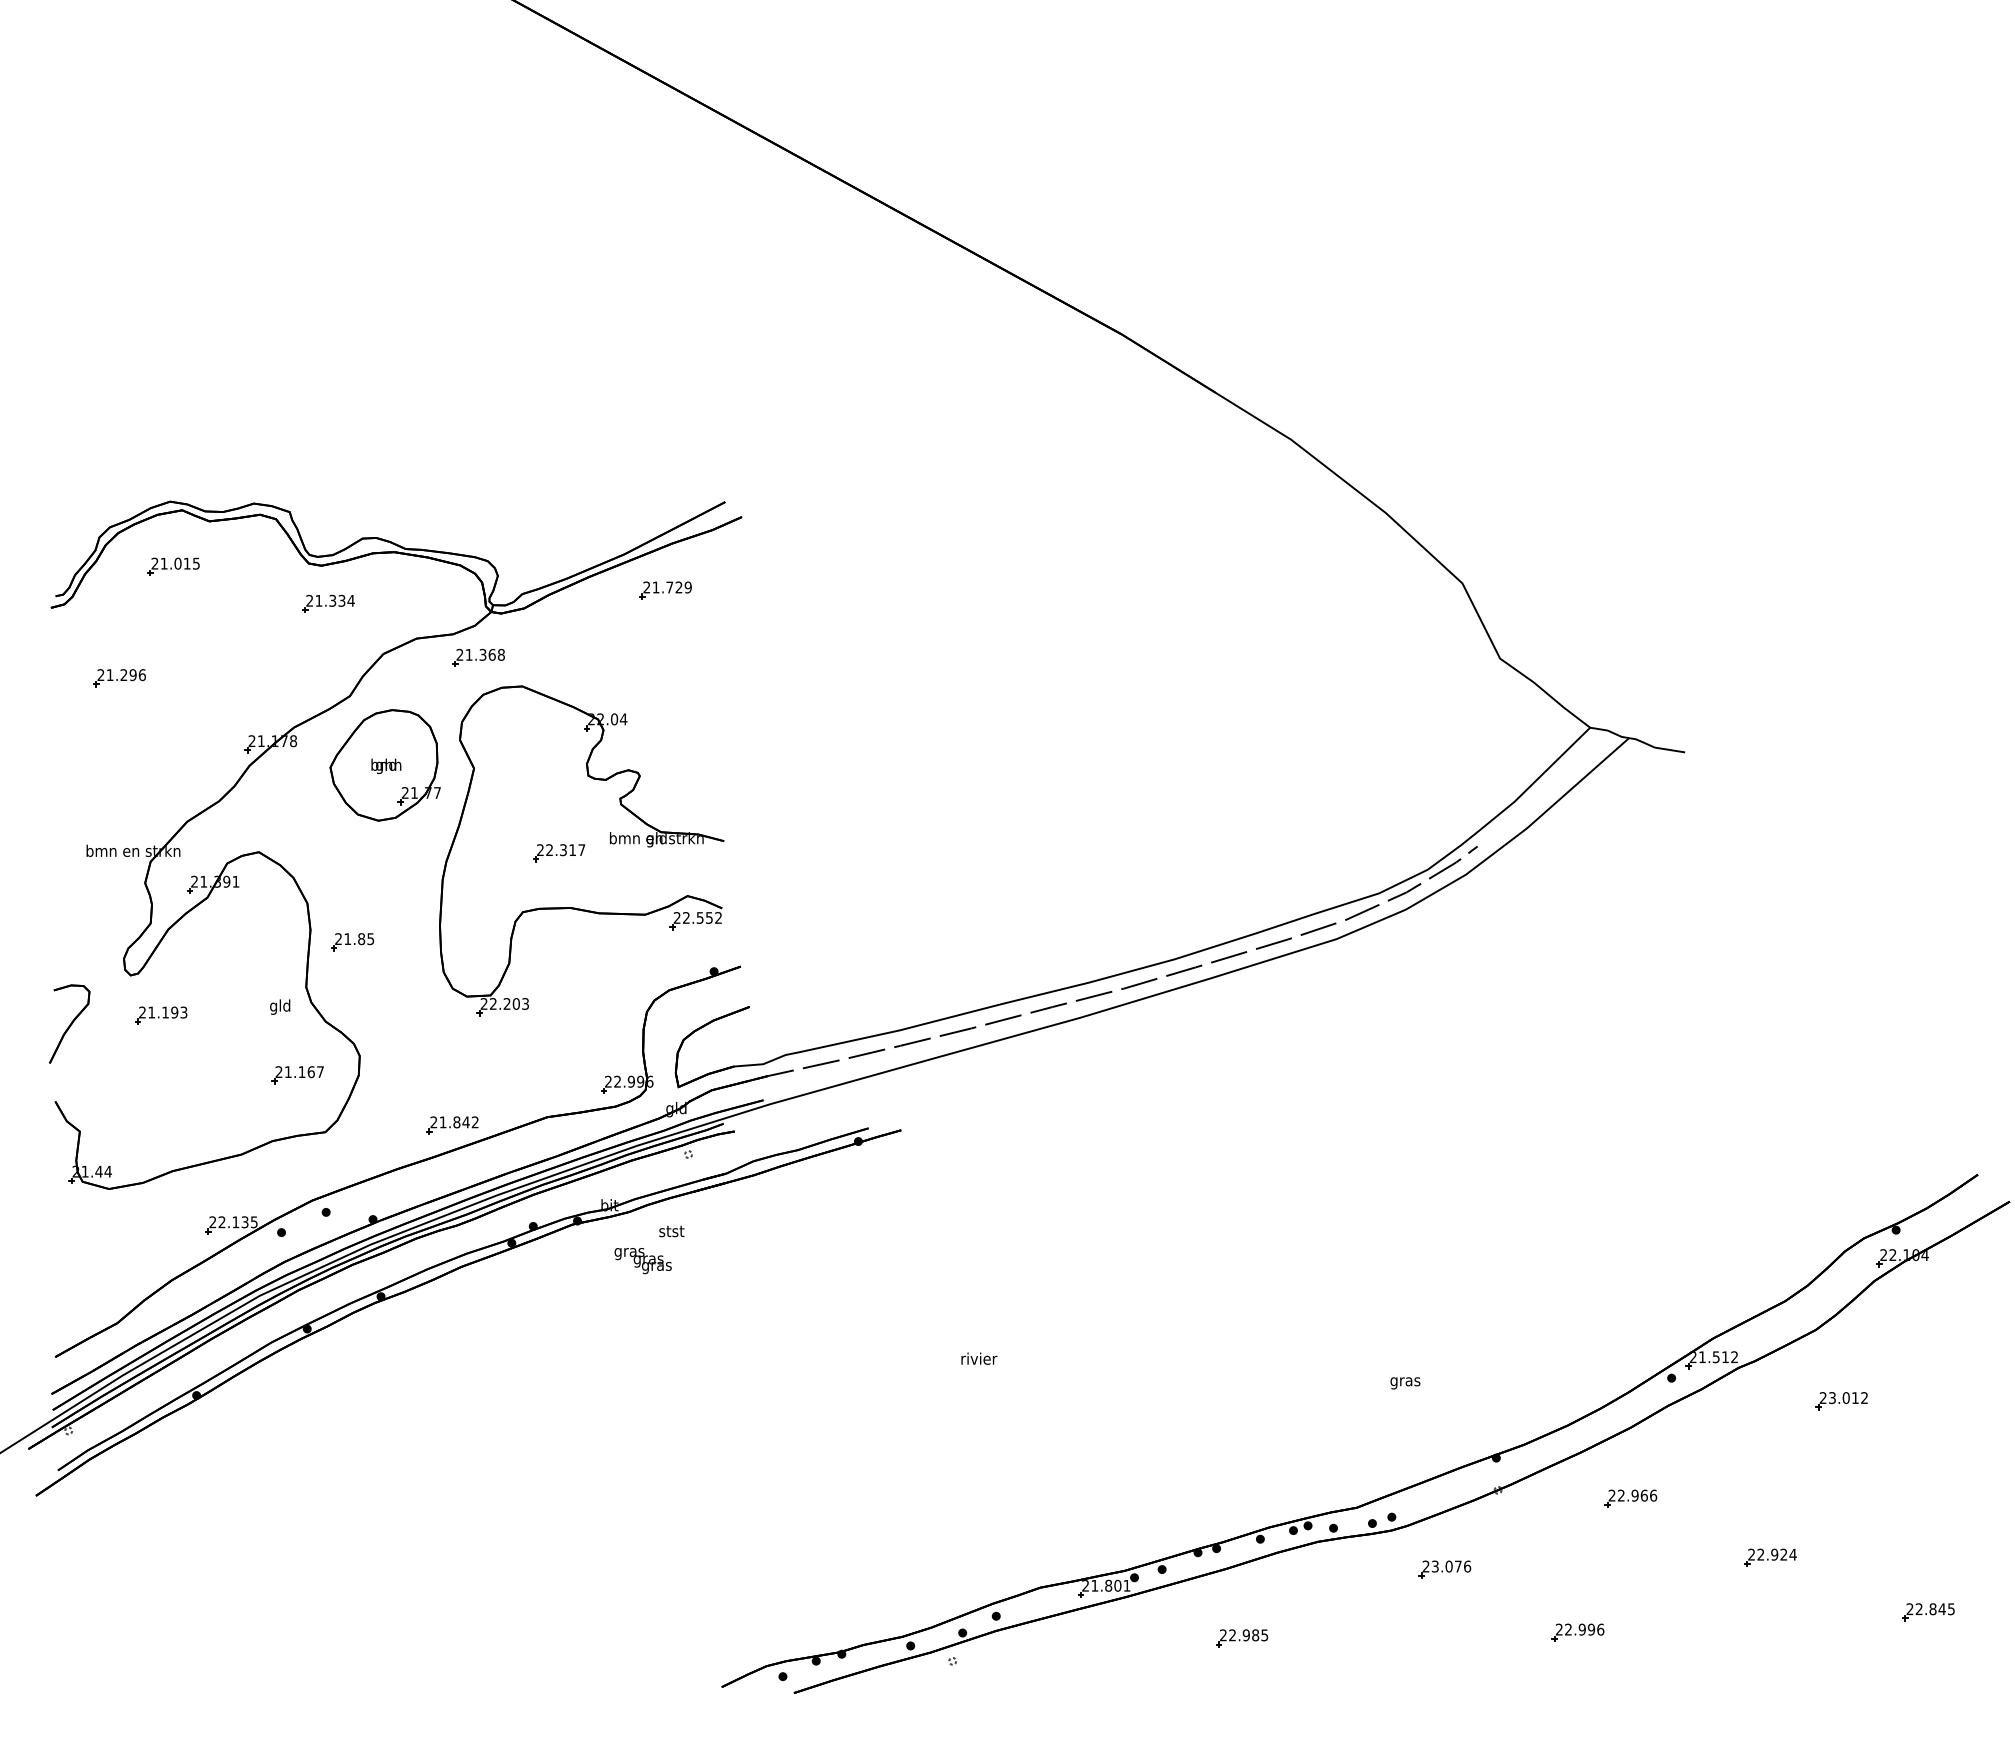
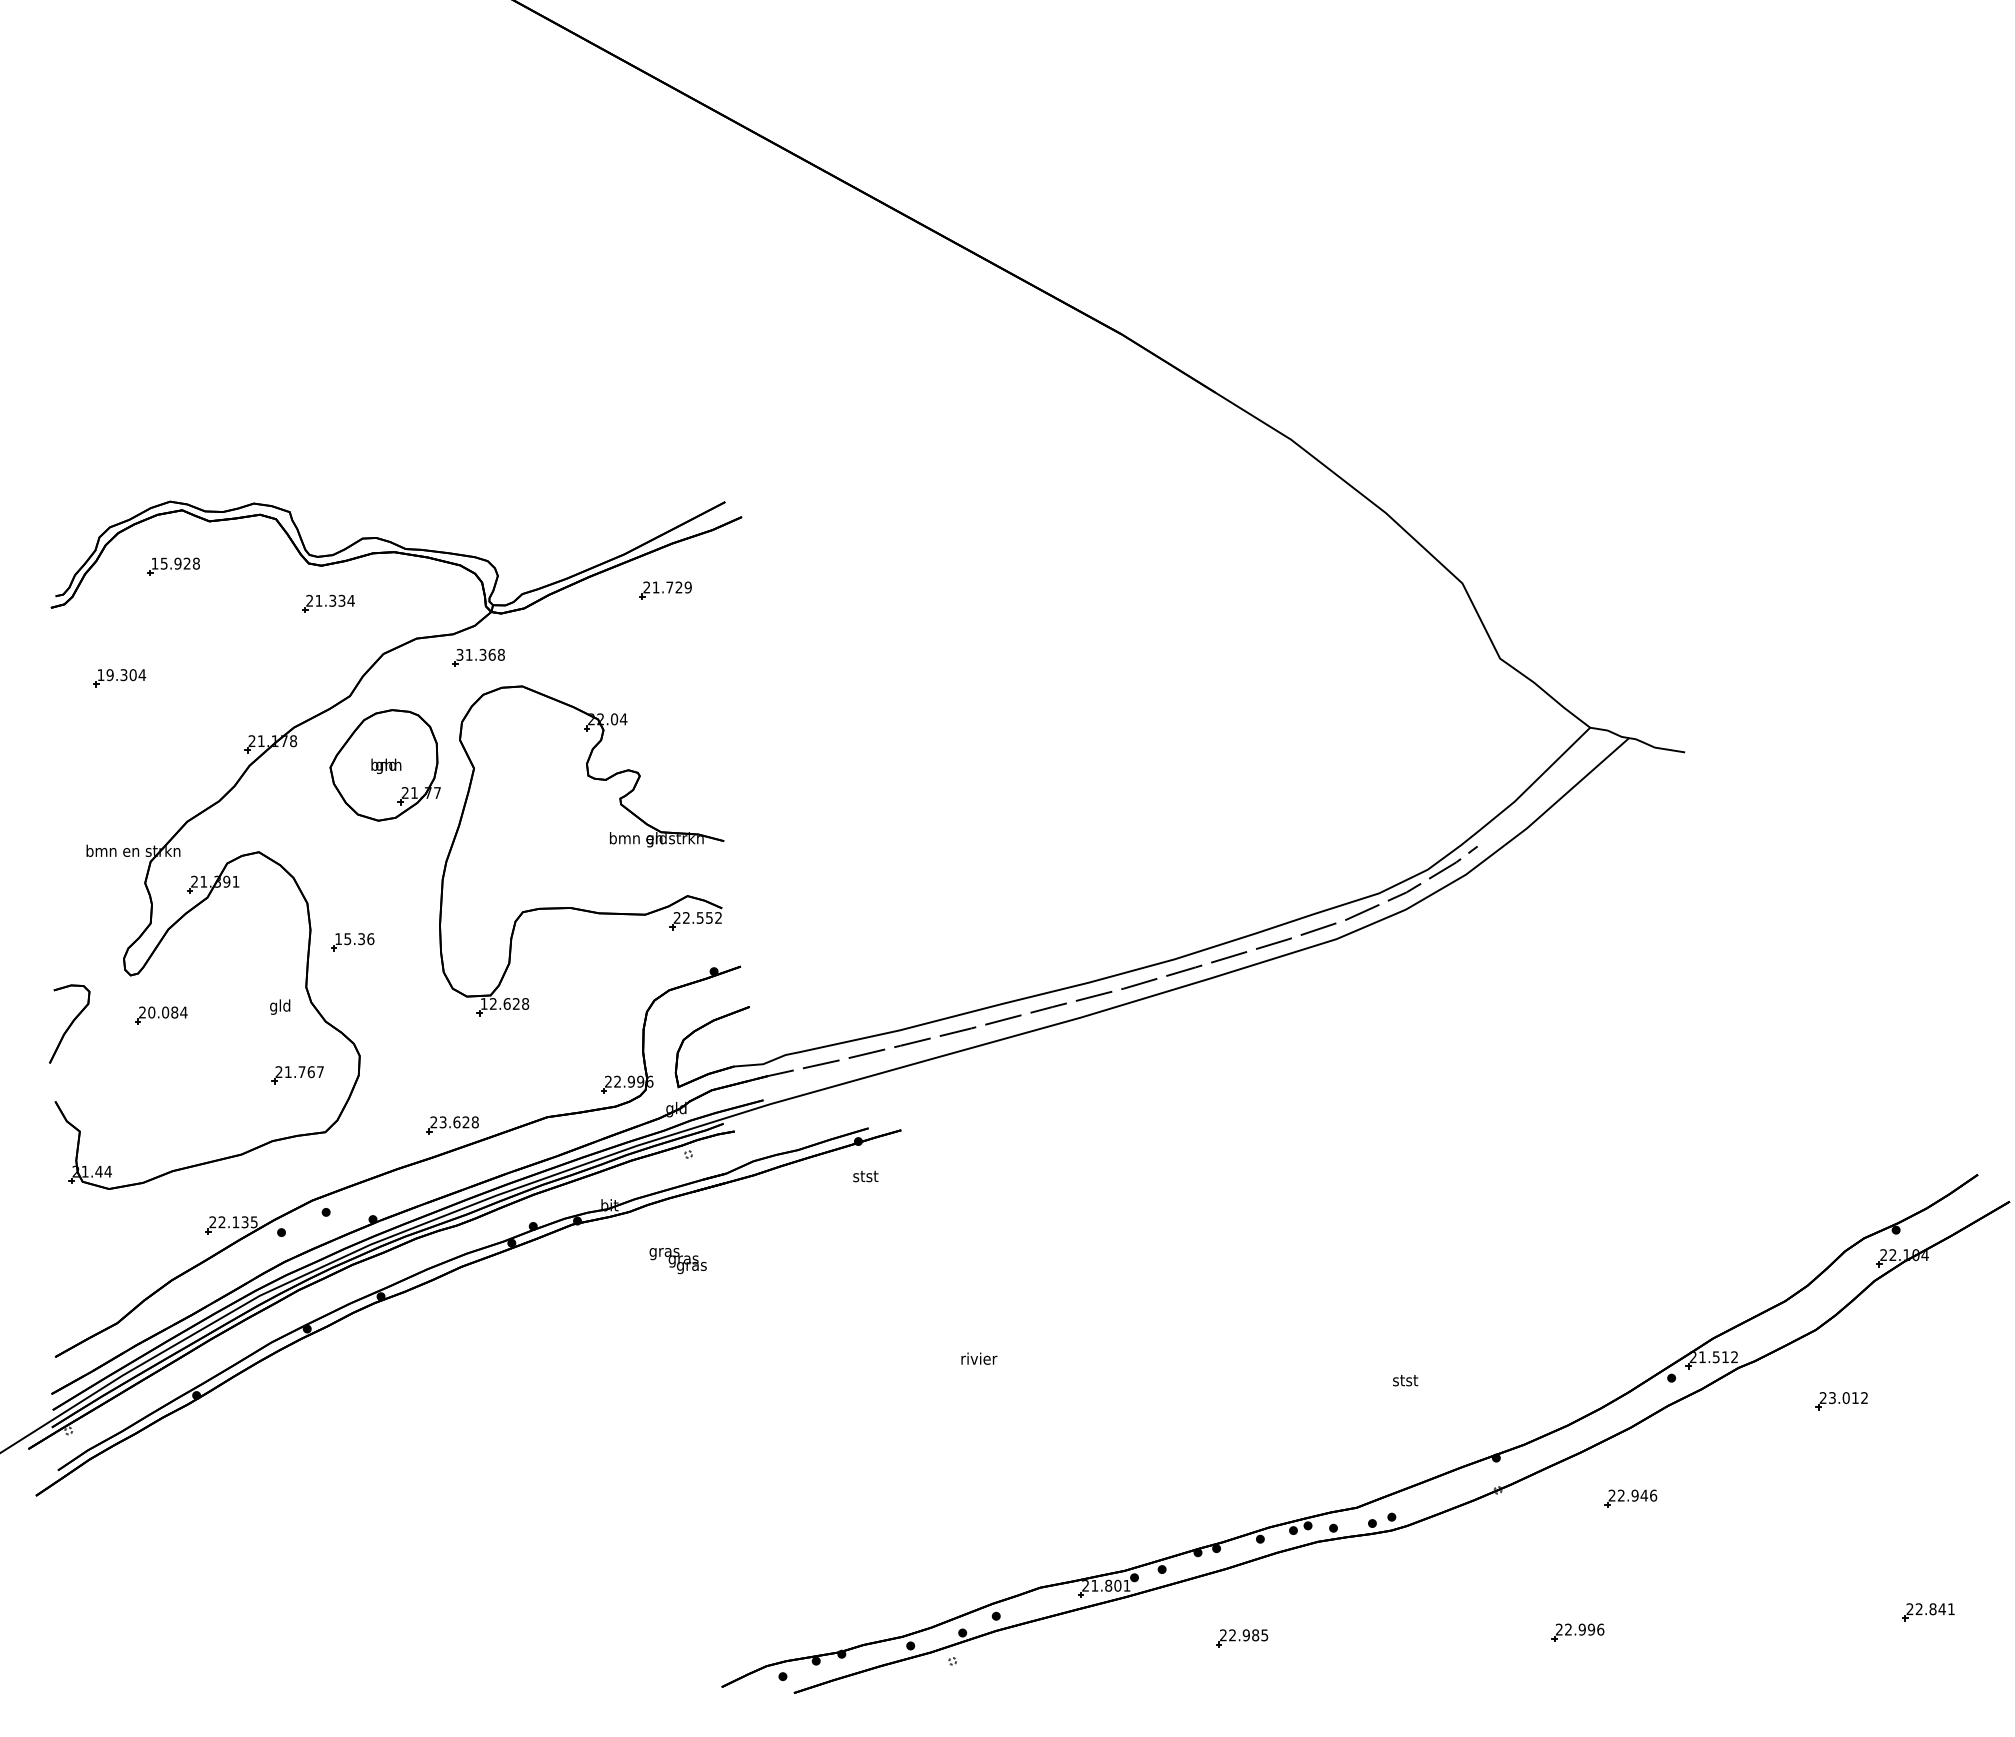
text at (175, 563): 21.015 -> 15.928
text at (459, 654): 21.368 -> 31.368
text at (121, 675): 21.296 -> 19.304
part at (559, 853): present -> none
text at (354, 939): 21.85 -> 15.36
text at (504, 1003): 22.203 -> 12.628
text at (167, 1012): 21.193 -> 20.084
text at (301, 1071): 21.167 -> 21.767
text at (458, 1122): 21.842 -> 23.628
text at (671, 1231) position: (671, 1231) -> (865, 1176)
text at (642, 1261) position: (642, 1261) -> (677, 1261)
text at (1405, 1382): gras -> stst
text at (1644, 1495): 22.966 -> 22.946
part at (1770, 1557): present -> none
part at (1444, 1569): present -> none
text at (1951, 1609): 22.845 -> 22.841
